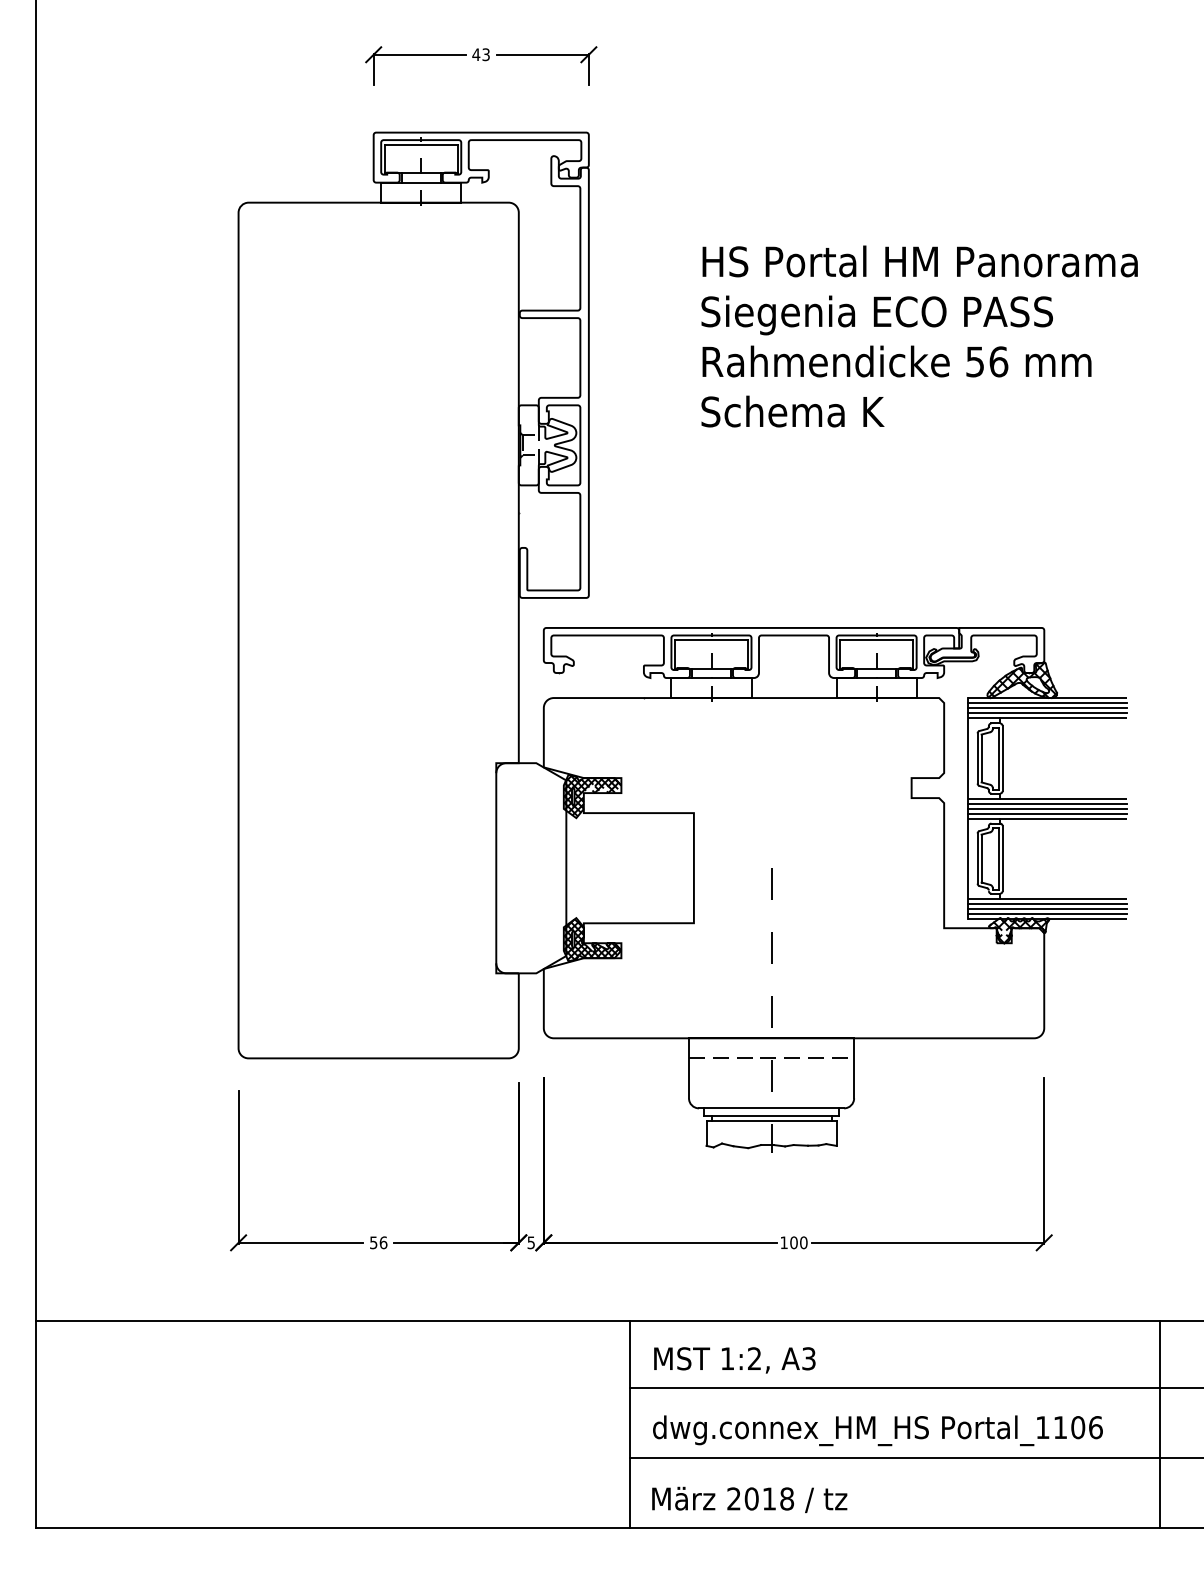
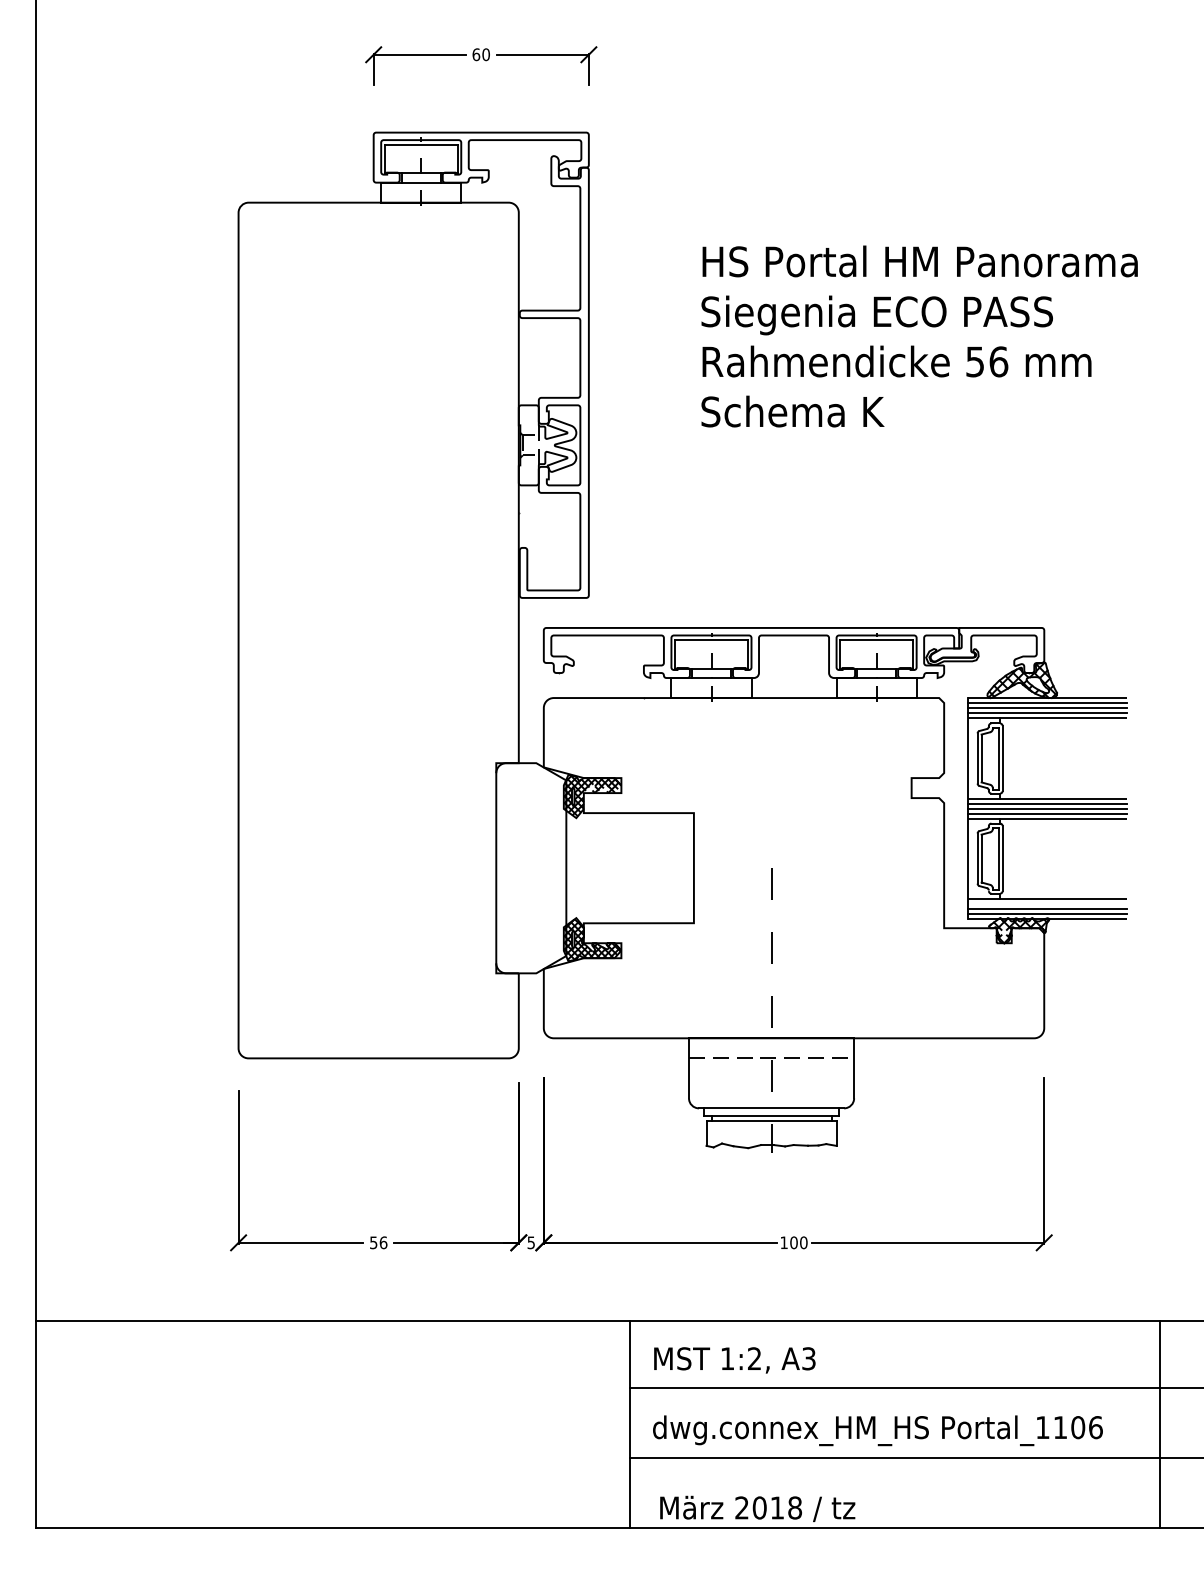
text at (480, 54): 43 -> 60
line at (1047, 903): present -> none
text at (749, 1499) position: (749, 1499) -> (757, 1508)
